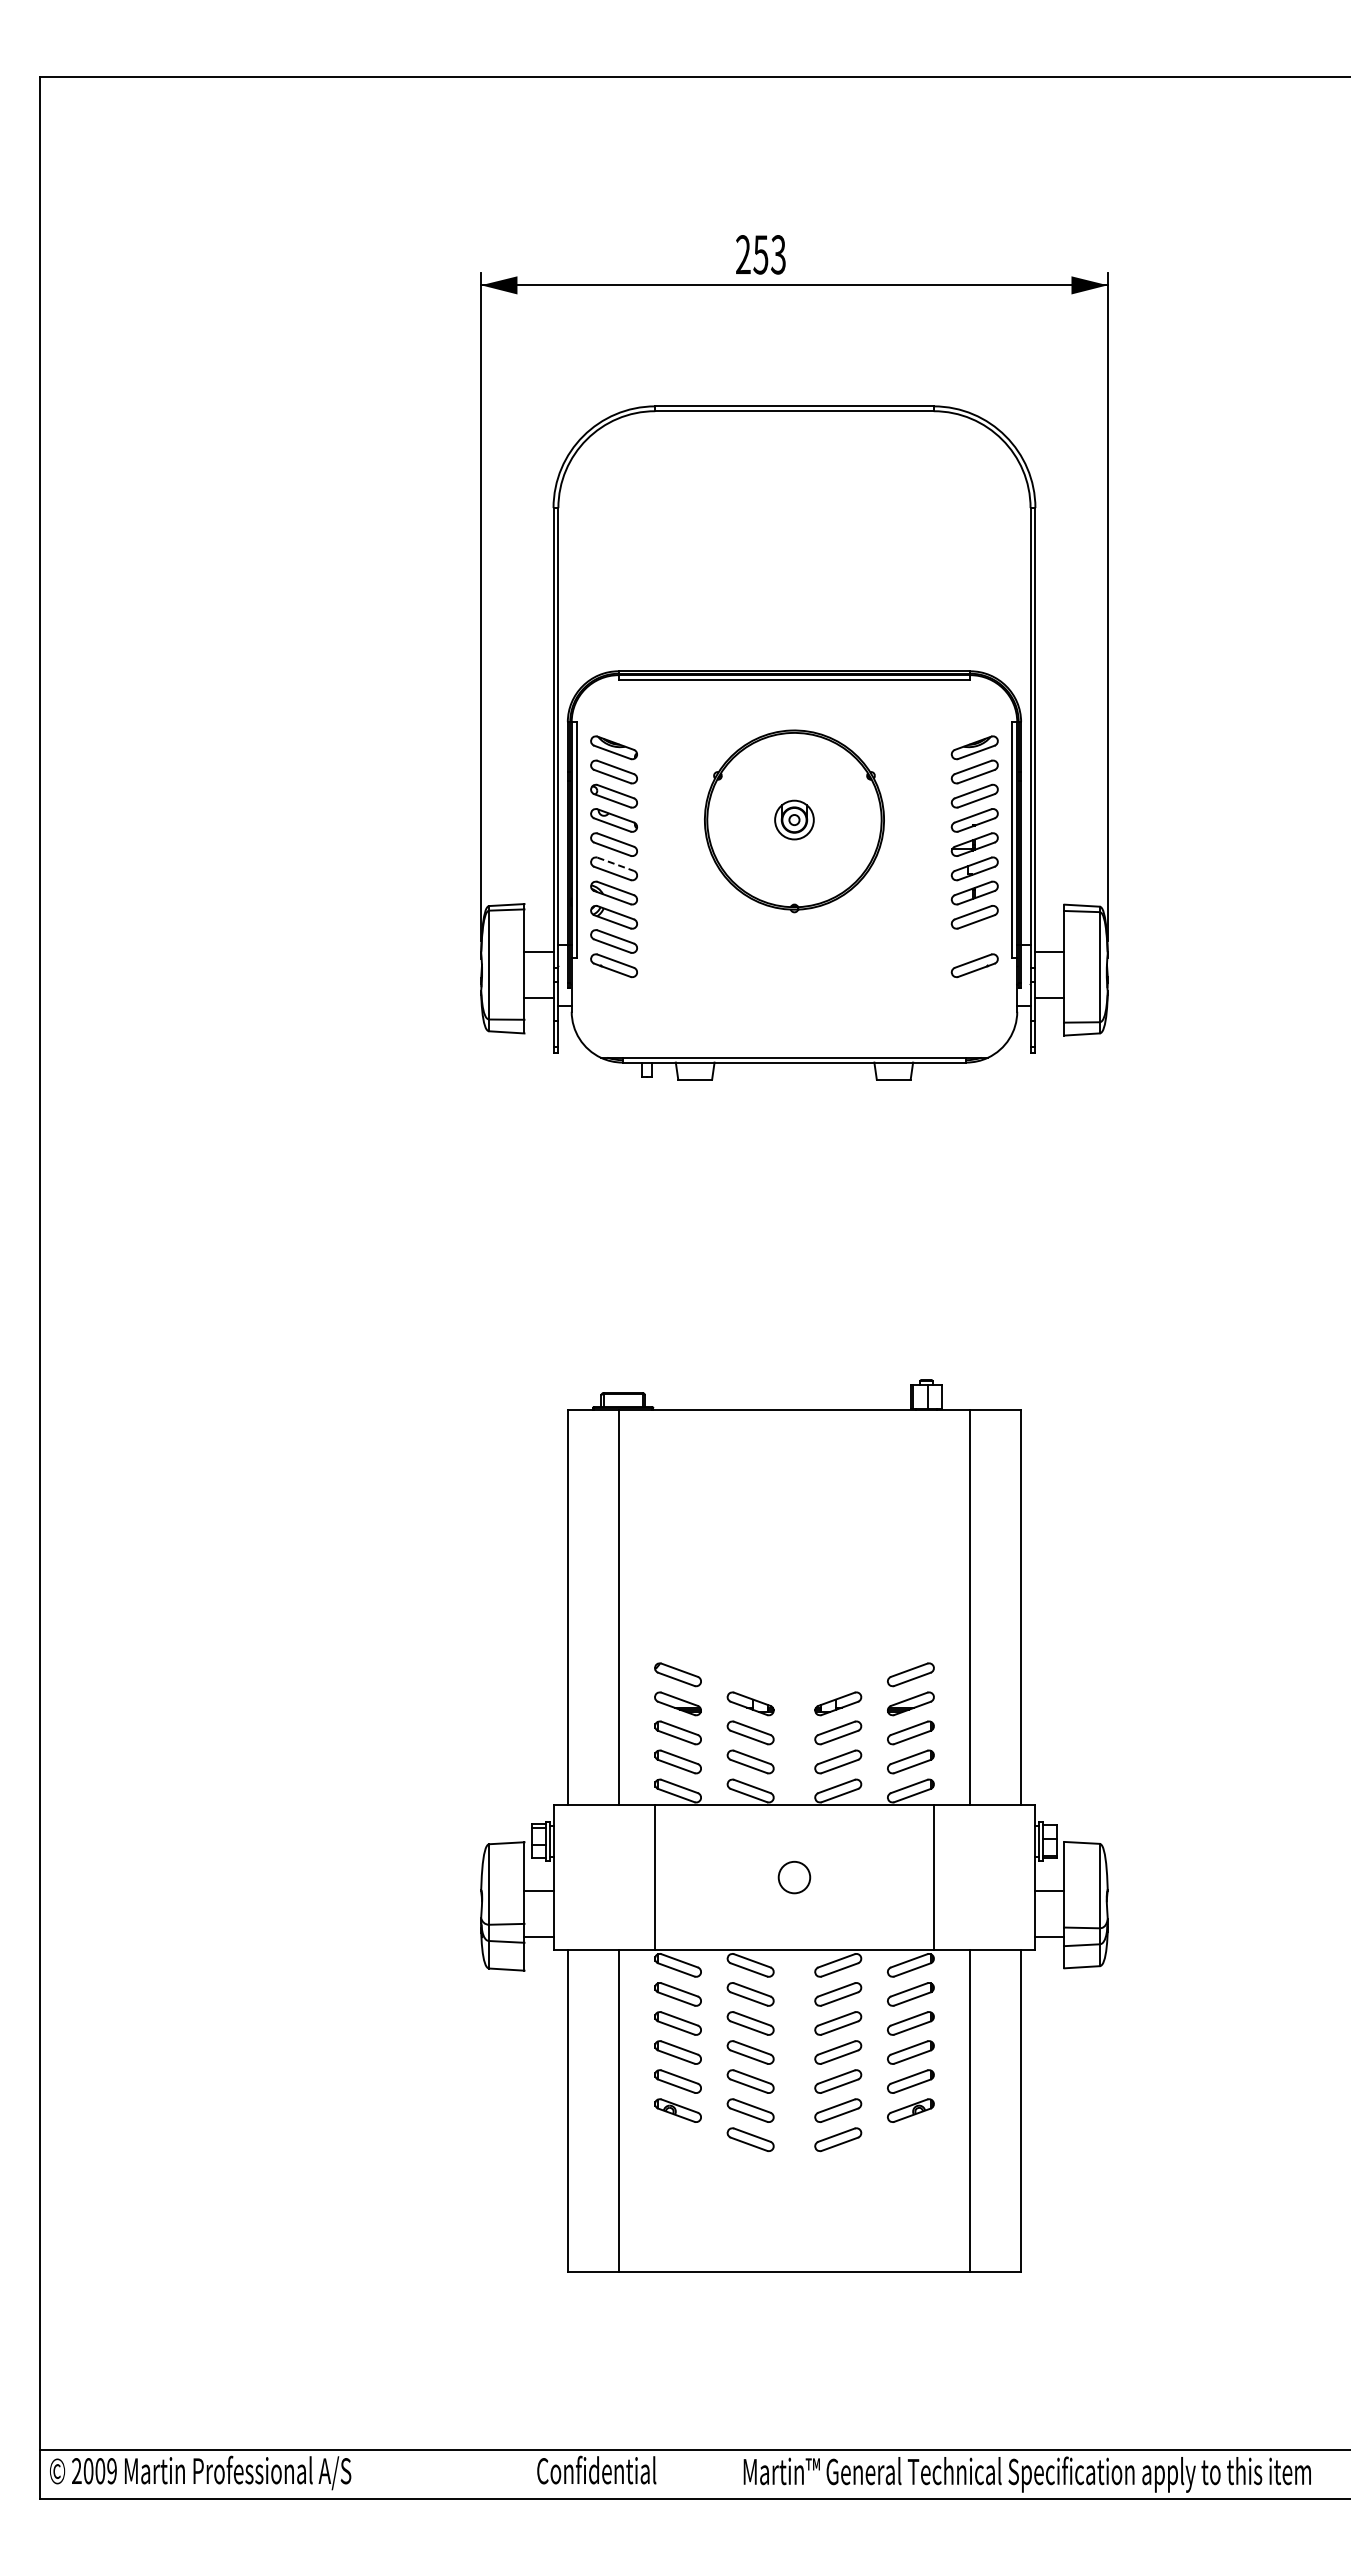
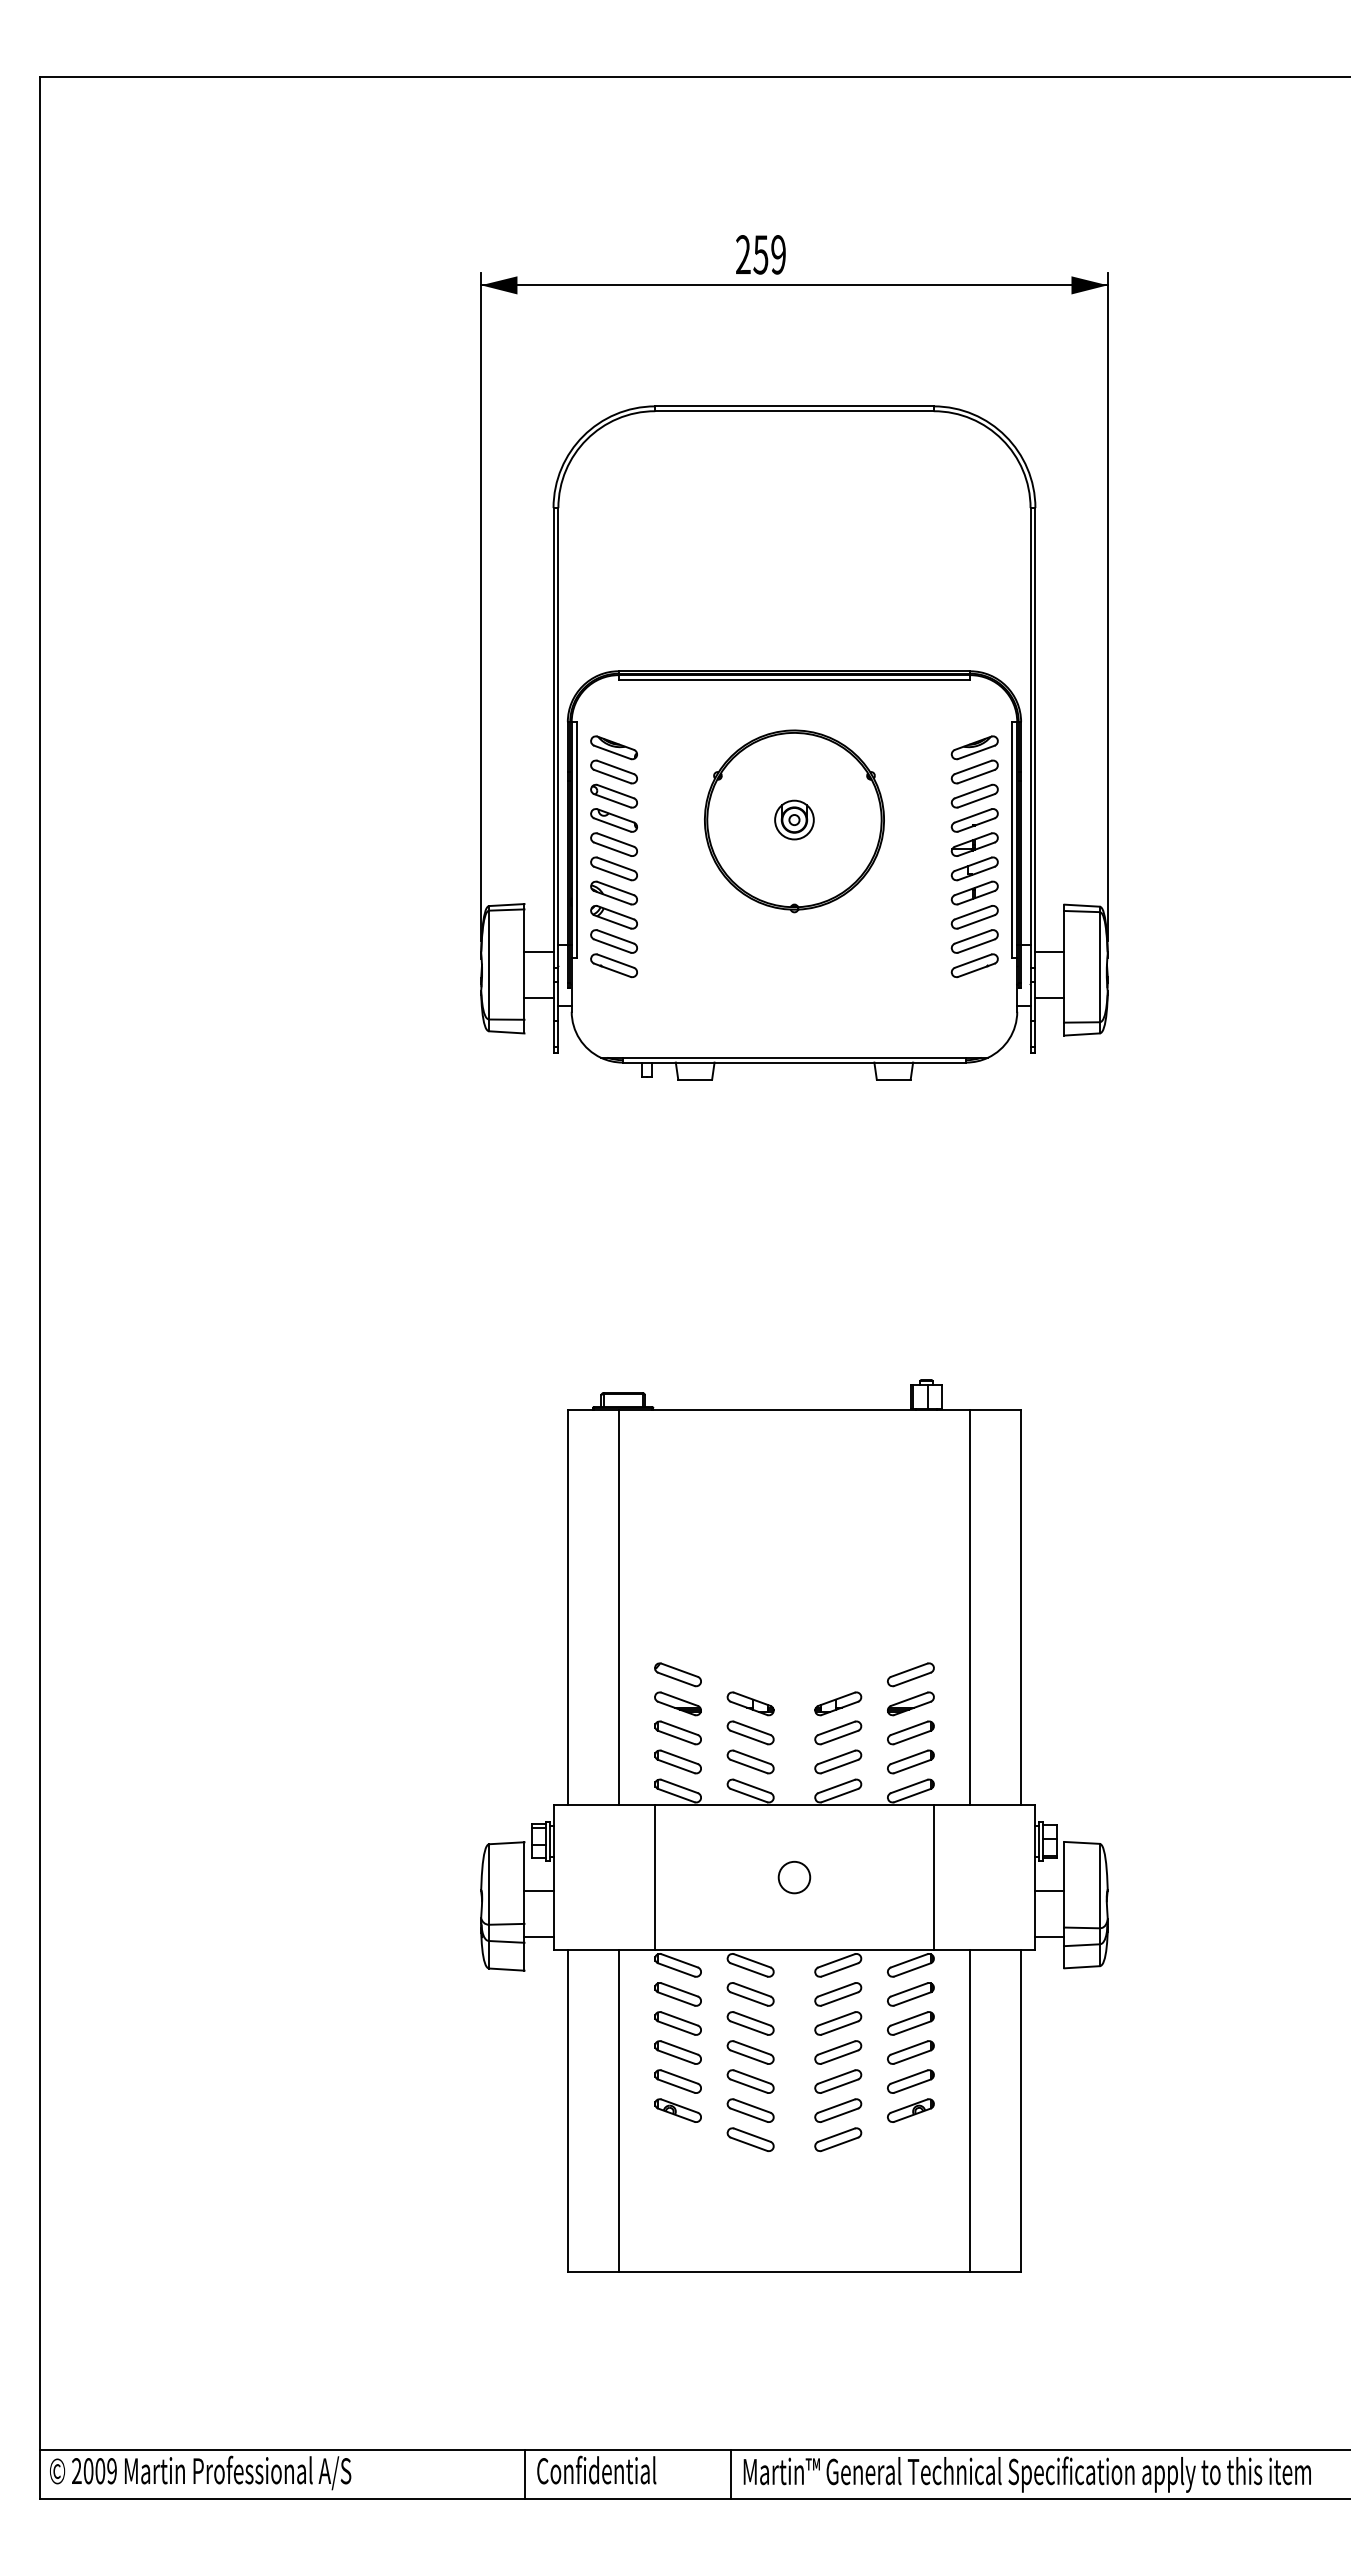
text at (778, 254): 253 -> 259
line at (616, 864): dashed -> solid
part at (974, 941): none -> present
line at (524, 2474): none -> present
line at (730, 2474): none -> present
